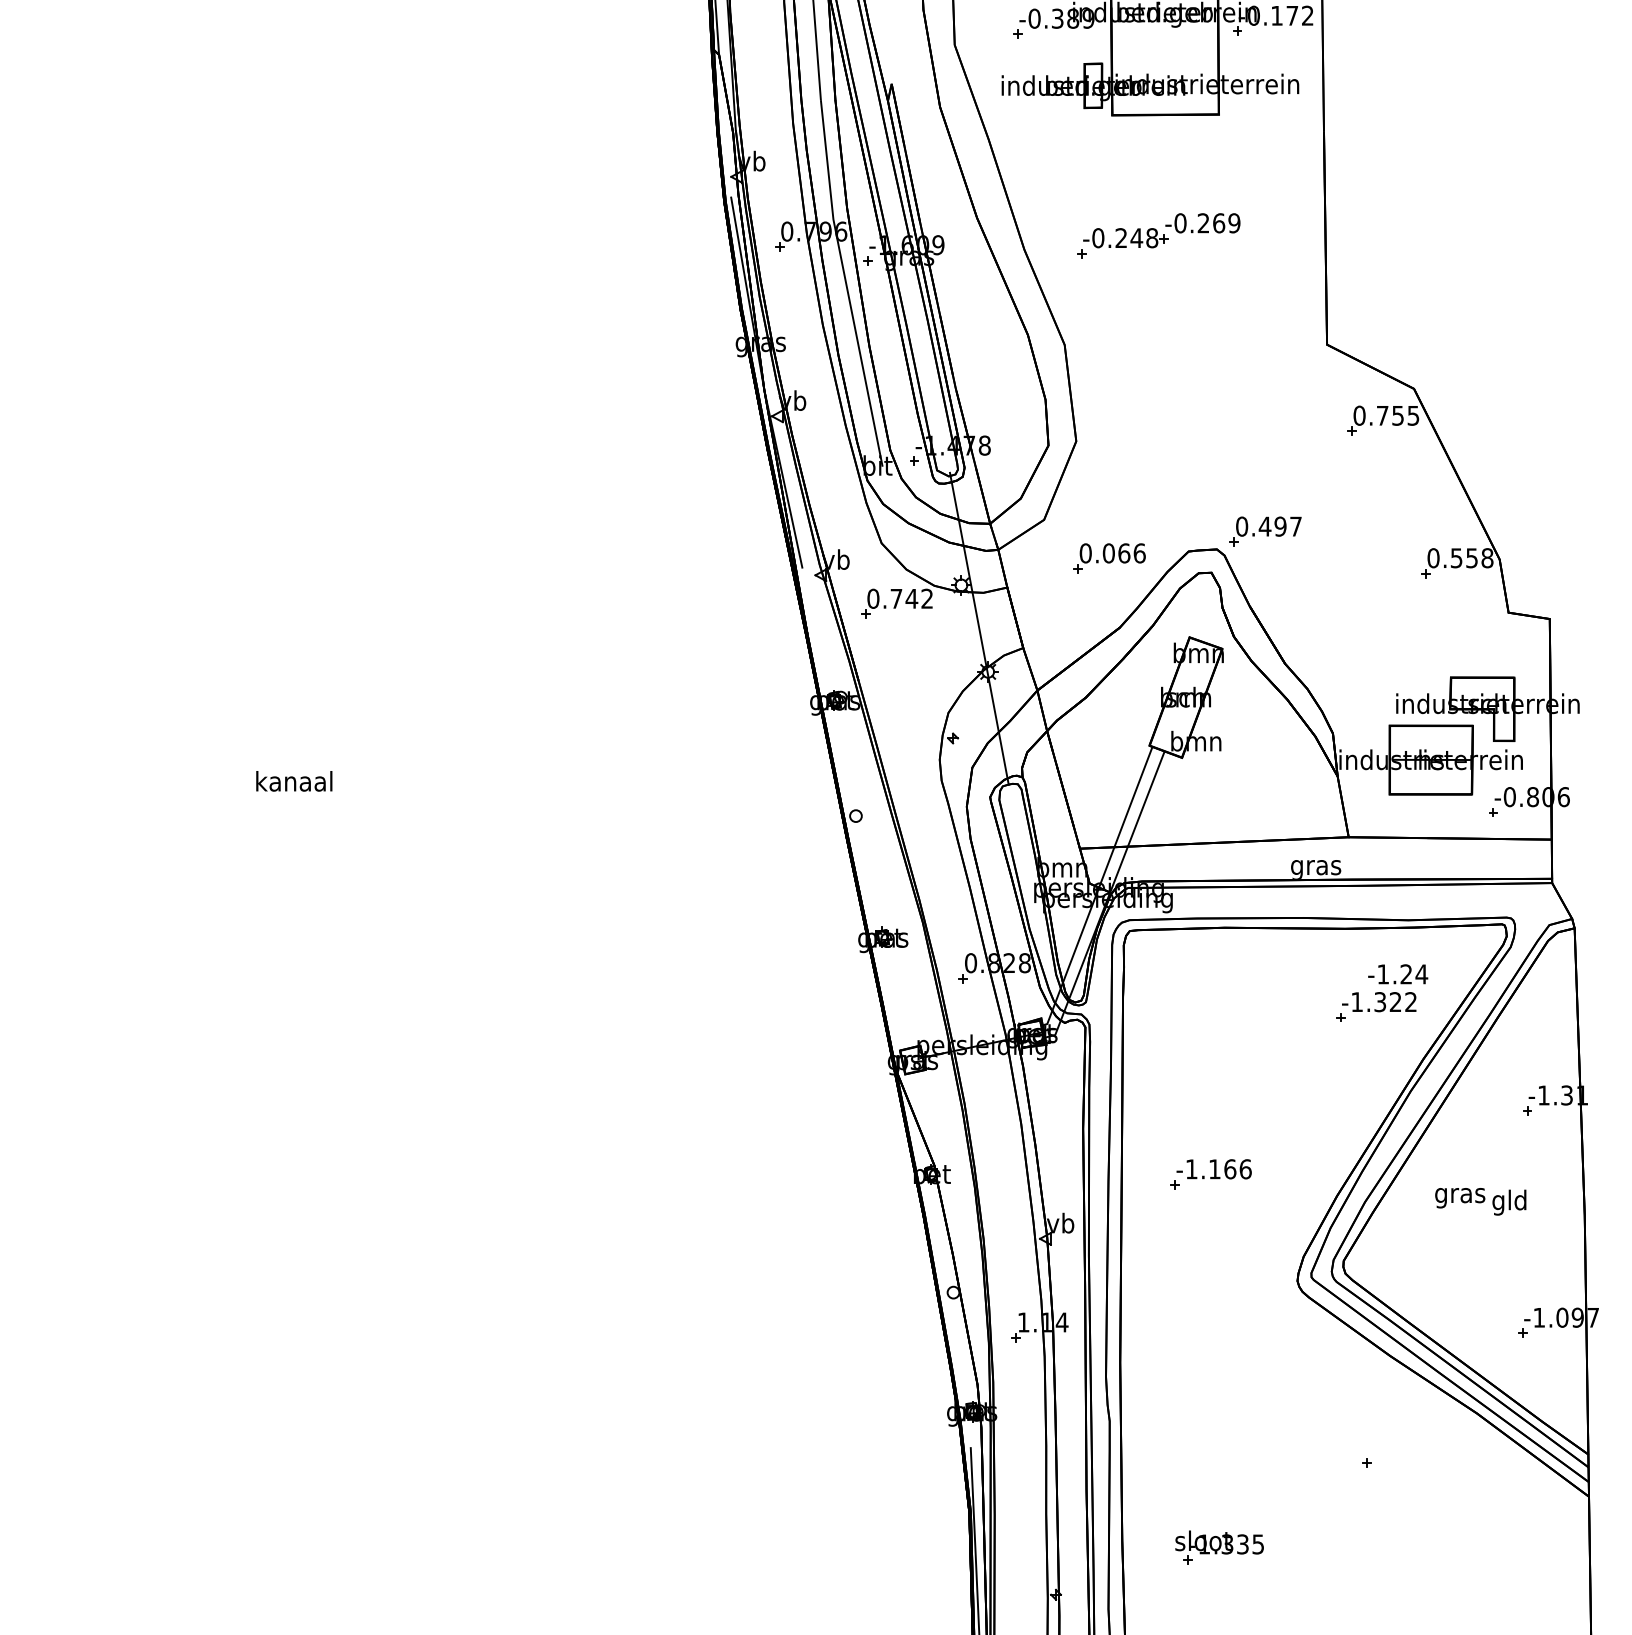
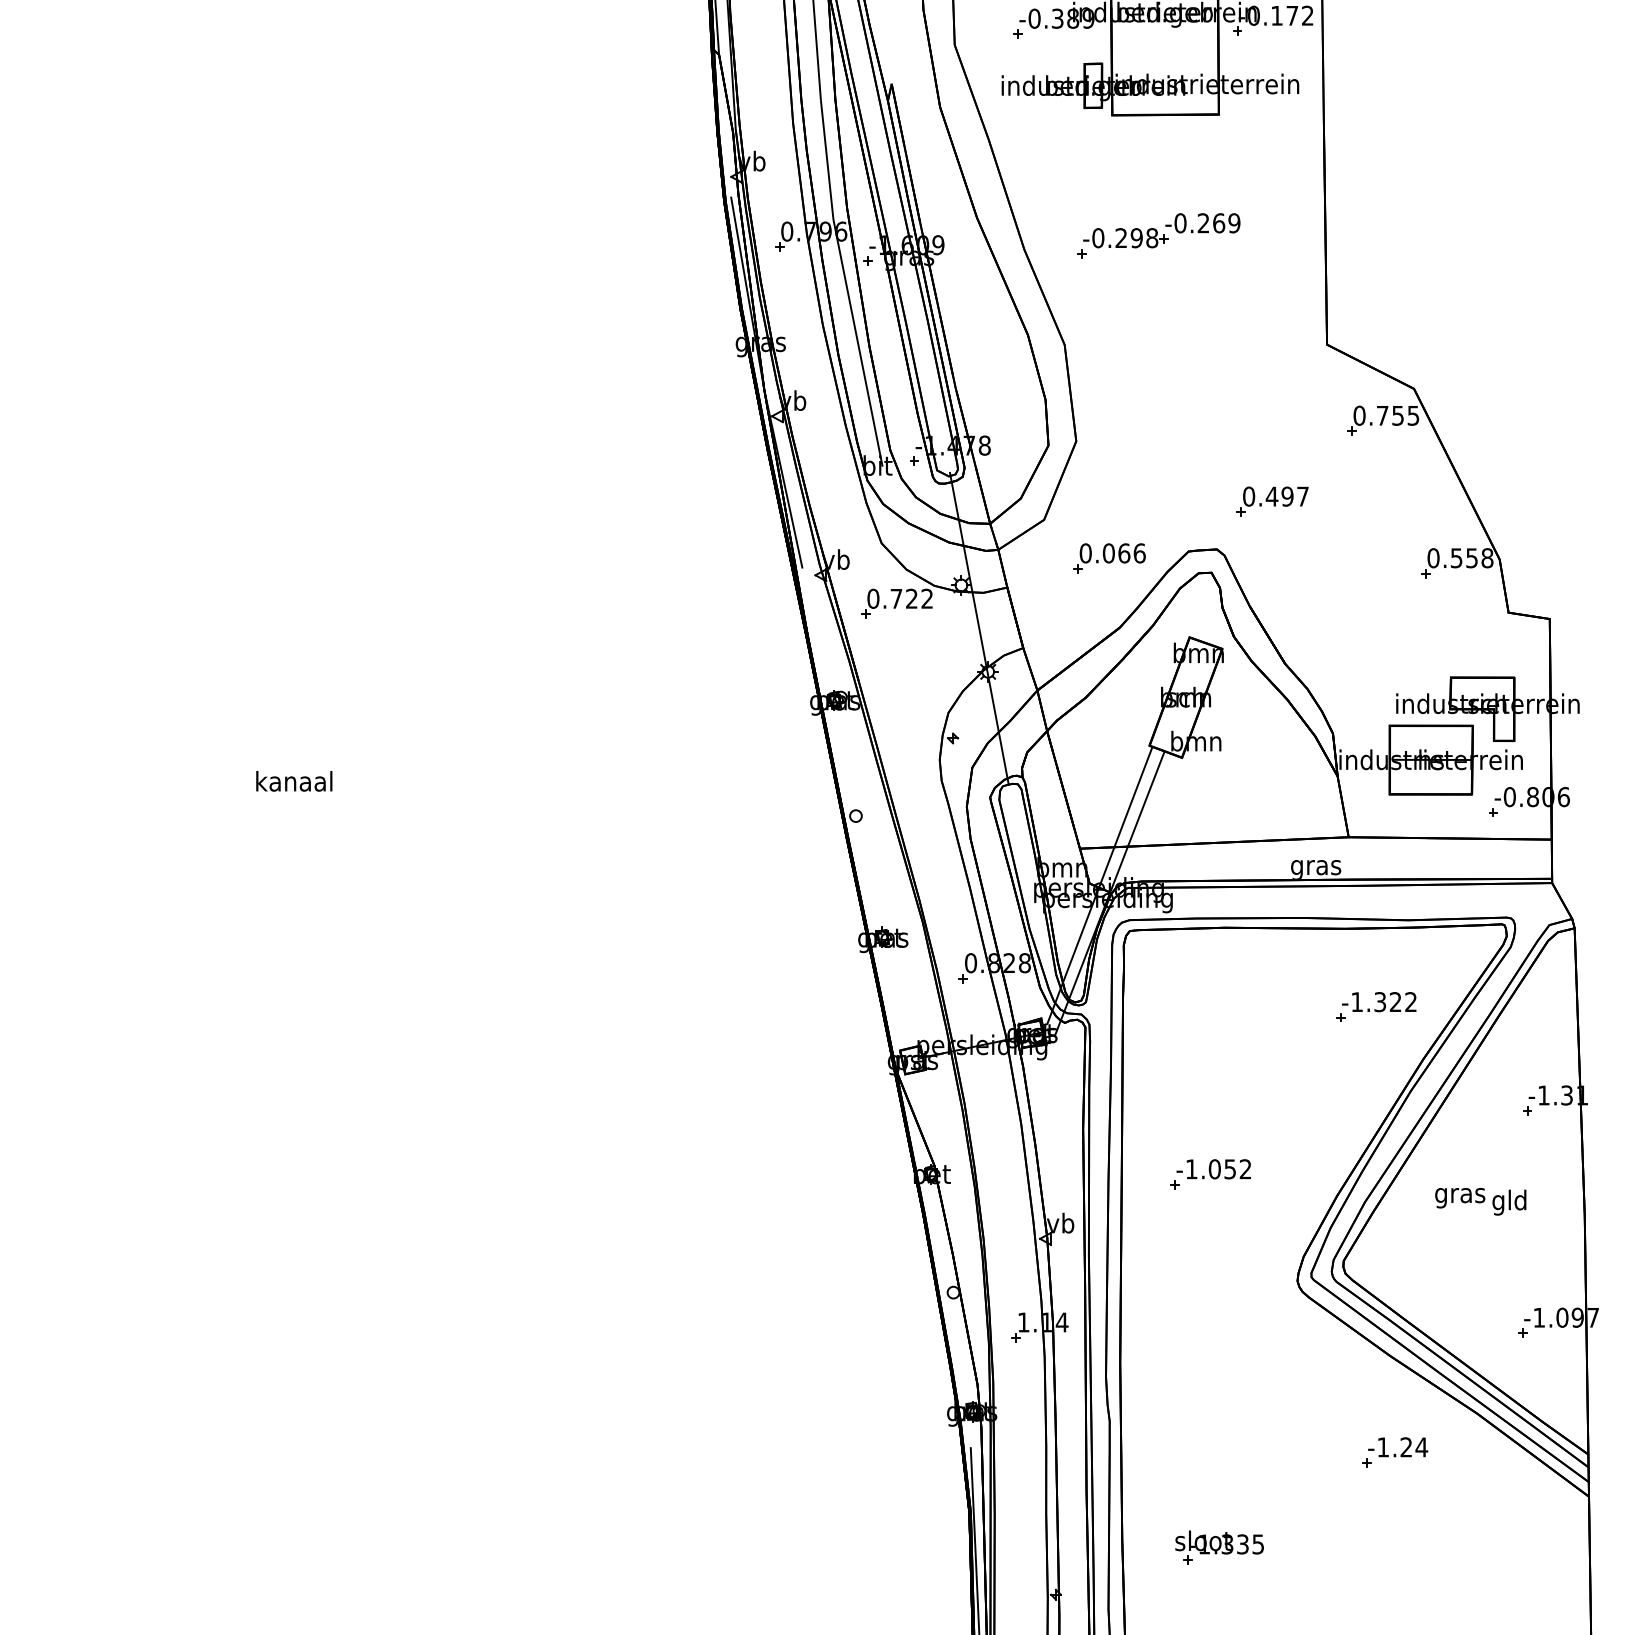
text at (1136, 238): -0.248 -> -0.298
part at (1265, 531) position: (1265, 531) -> (1272, 501)
text at (911, 598): 0.742 -> 0.722
text at (1398, 974) position: (1398, 974) -> (1398, 1447)
text at (1229, 1169): -1.166 -> -1.052
